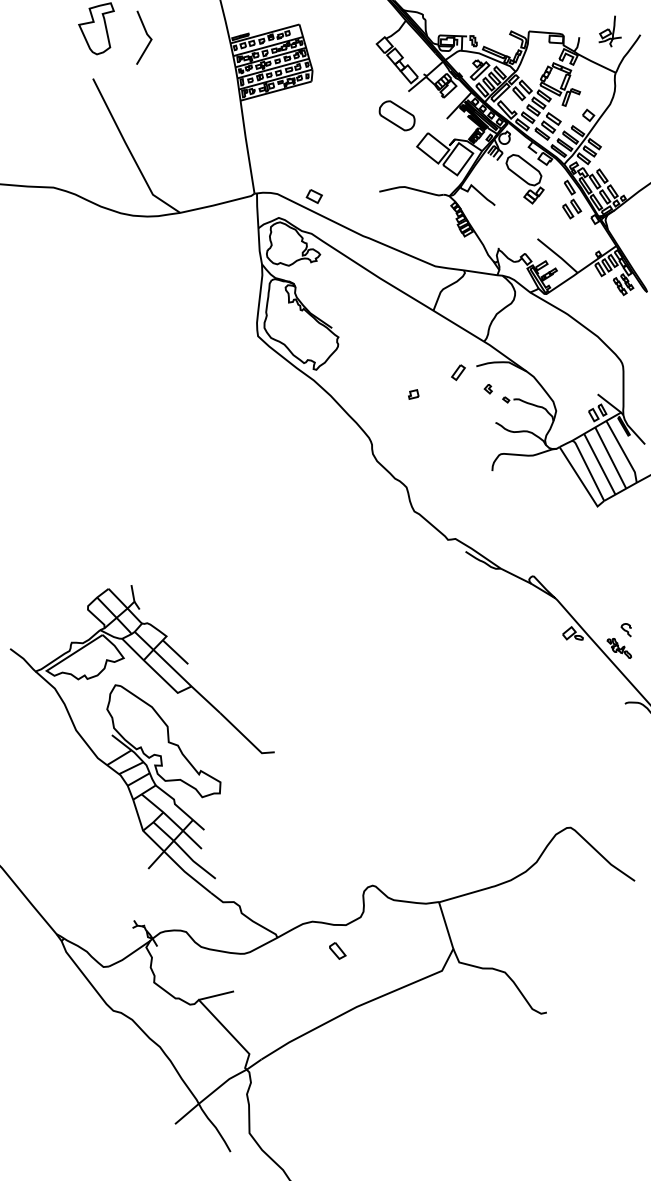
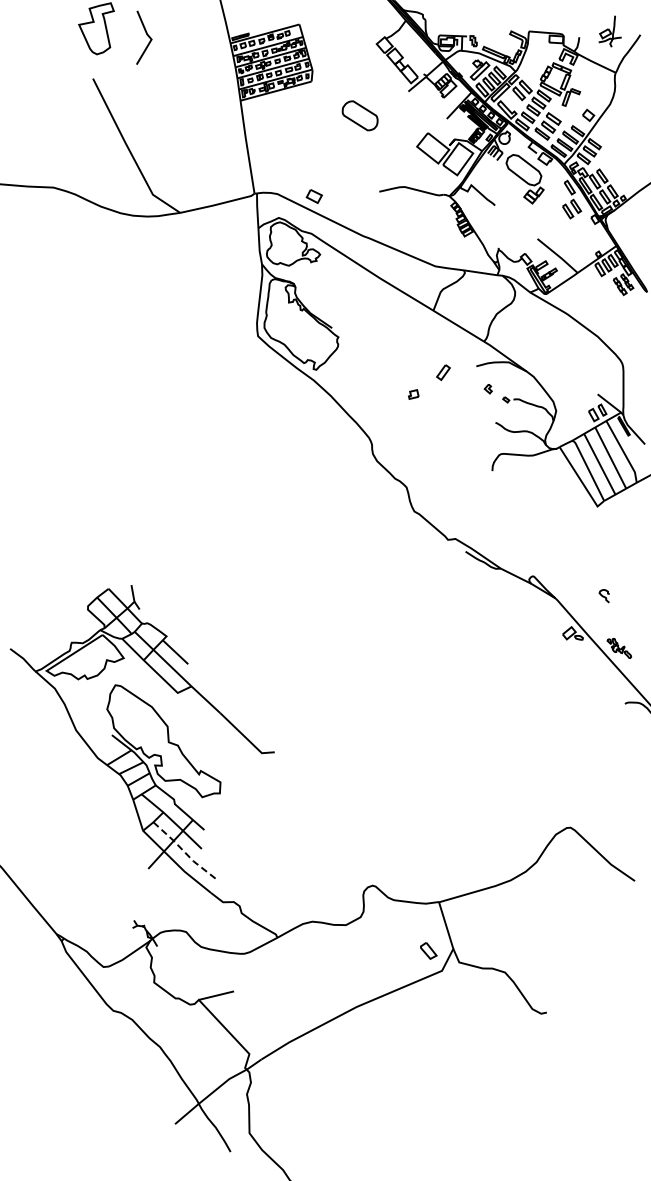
part at (396, 115) position: (396, 115) -> (359, 115)
part at (458, 372) position: (458, 372) -> (443, 372)
curve at (625, 630) position: (625, 630) -> (603, 596)
line at (183, 851): solid -> dashed
part at (337, 950) position: (337, 950) -> (428, 950)
